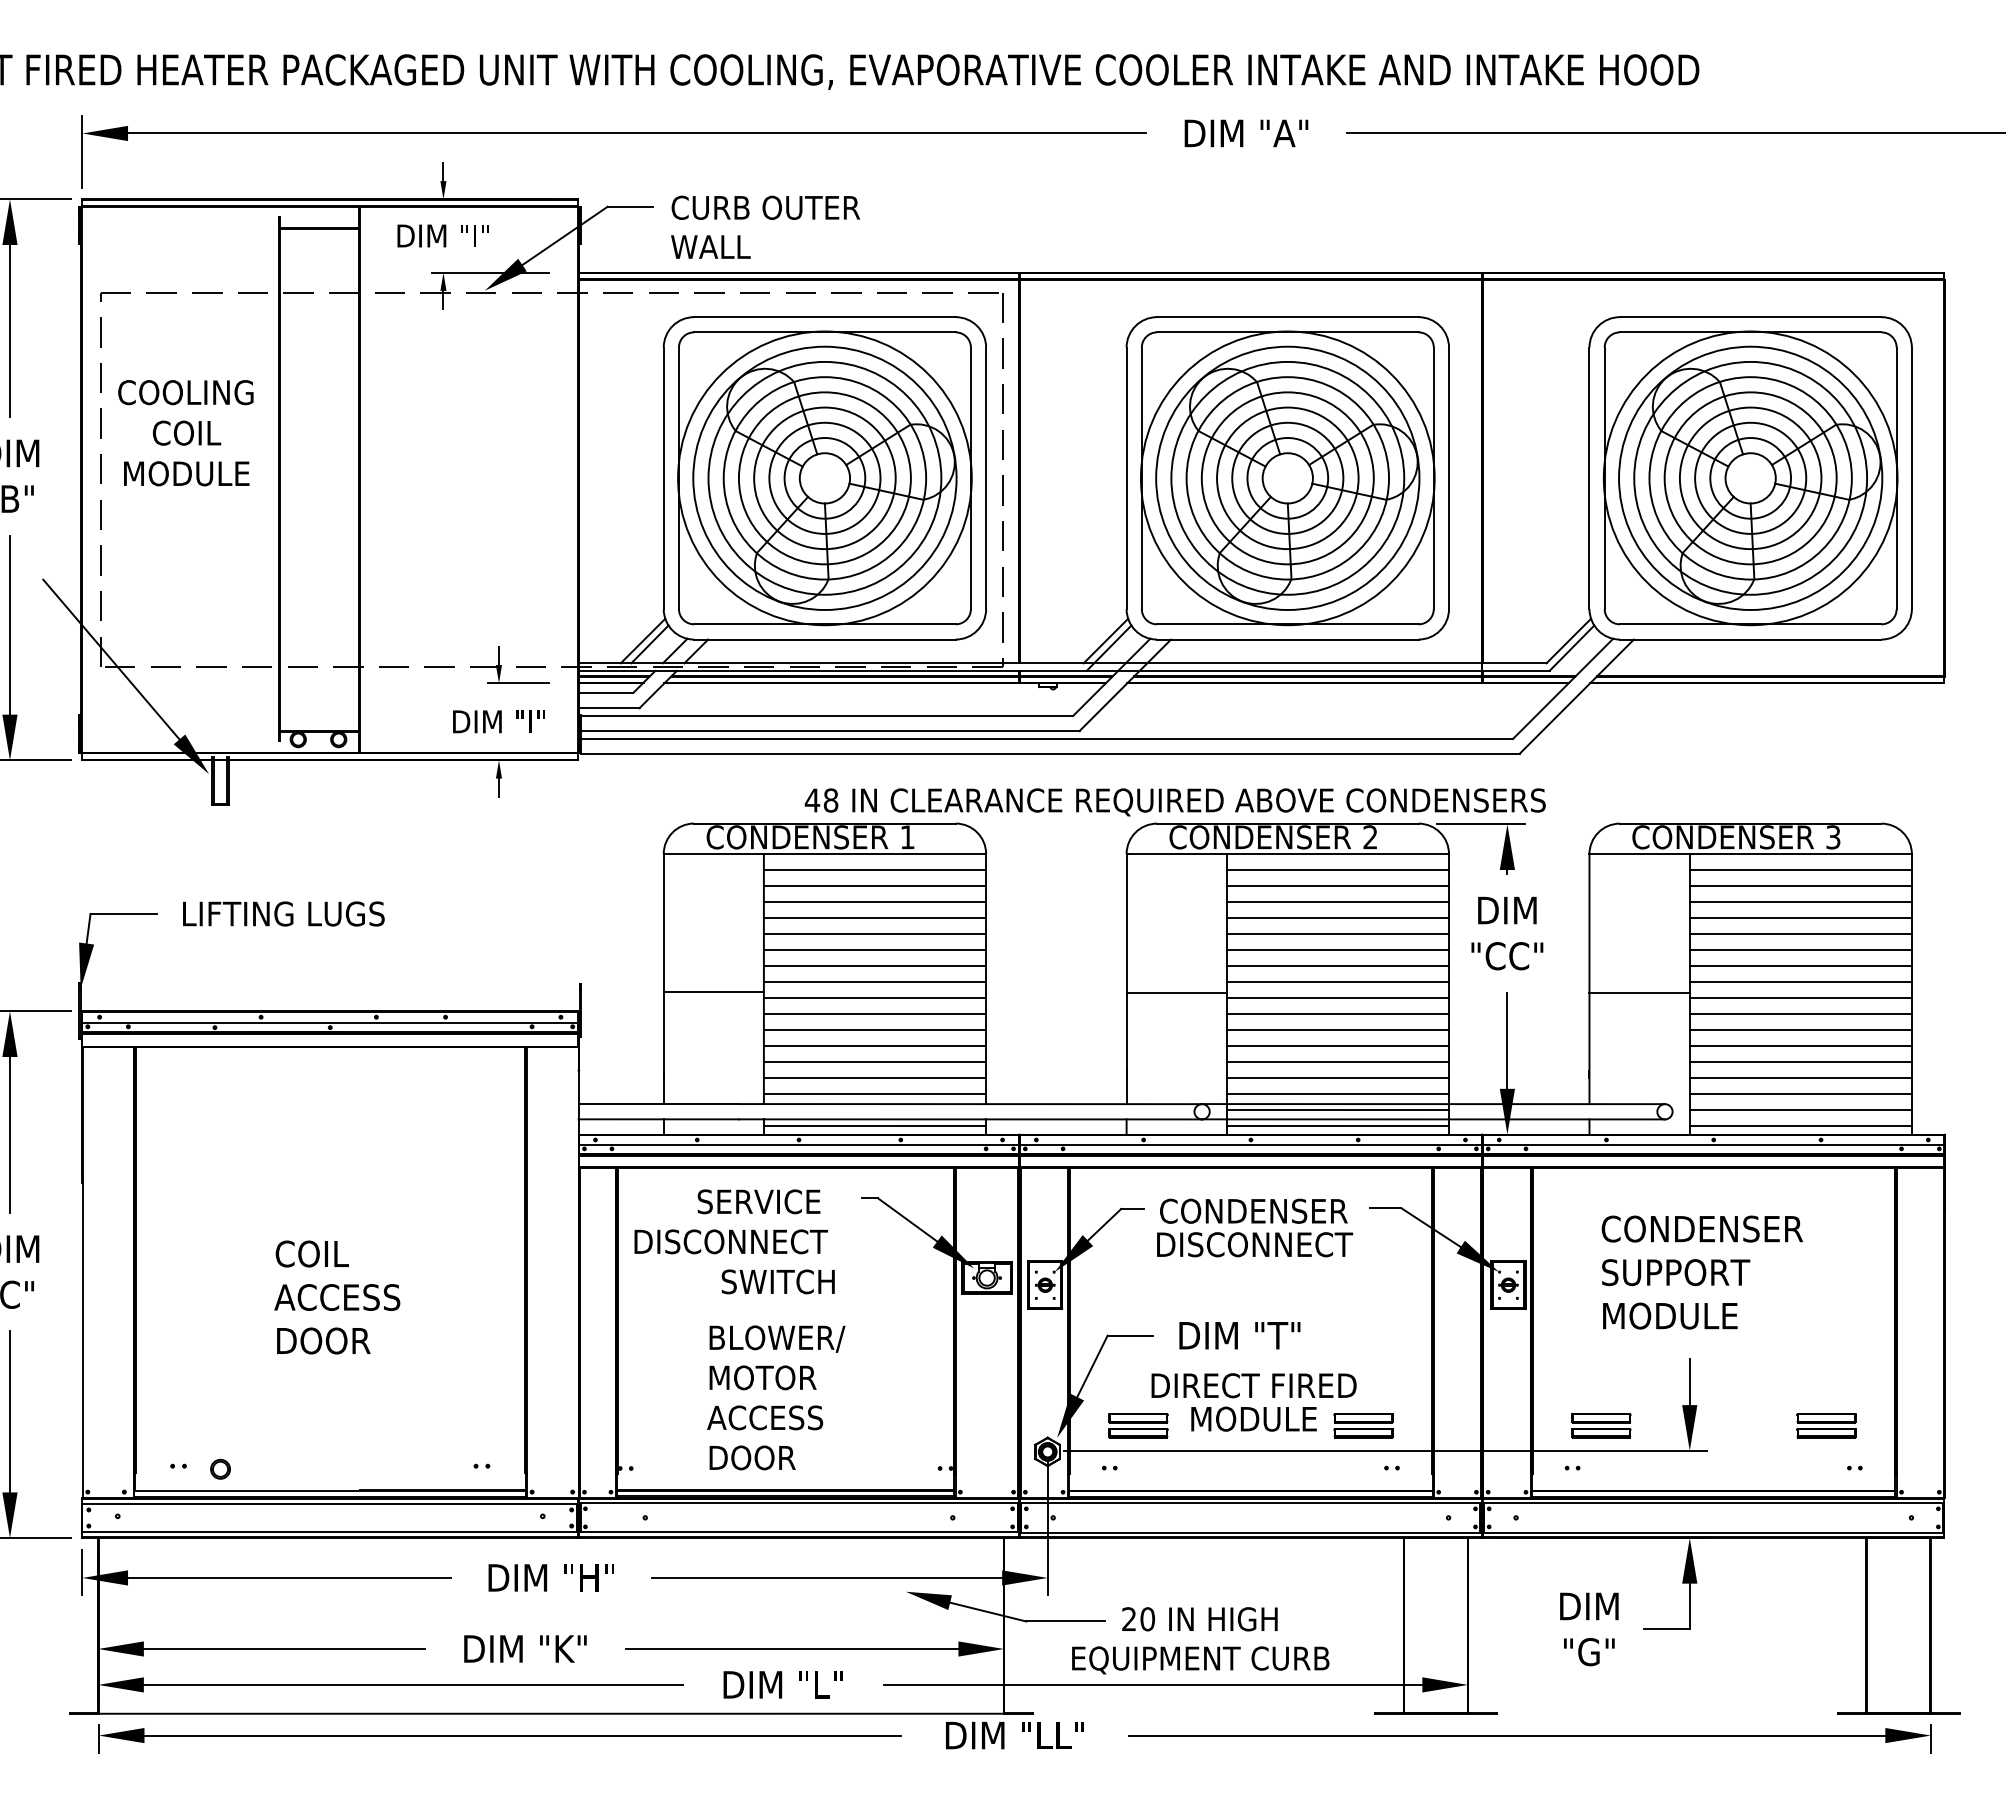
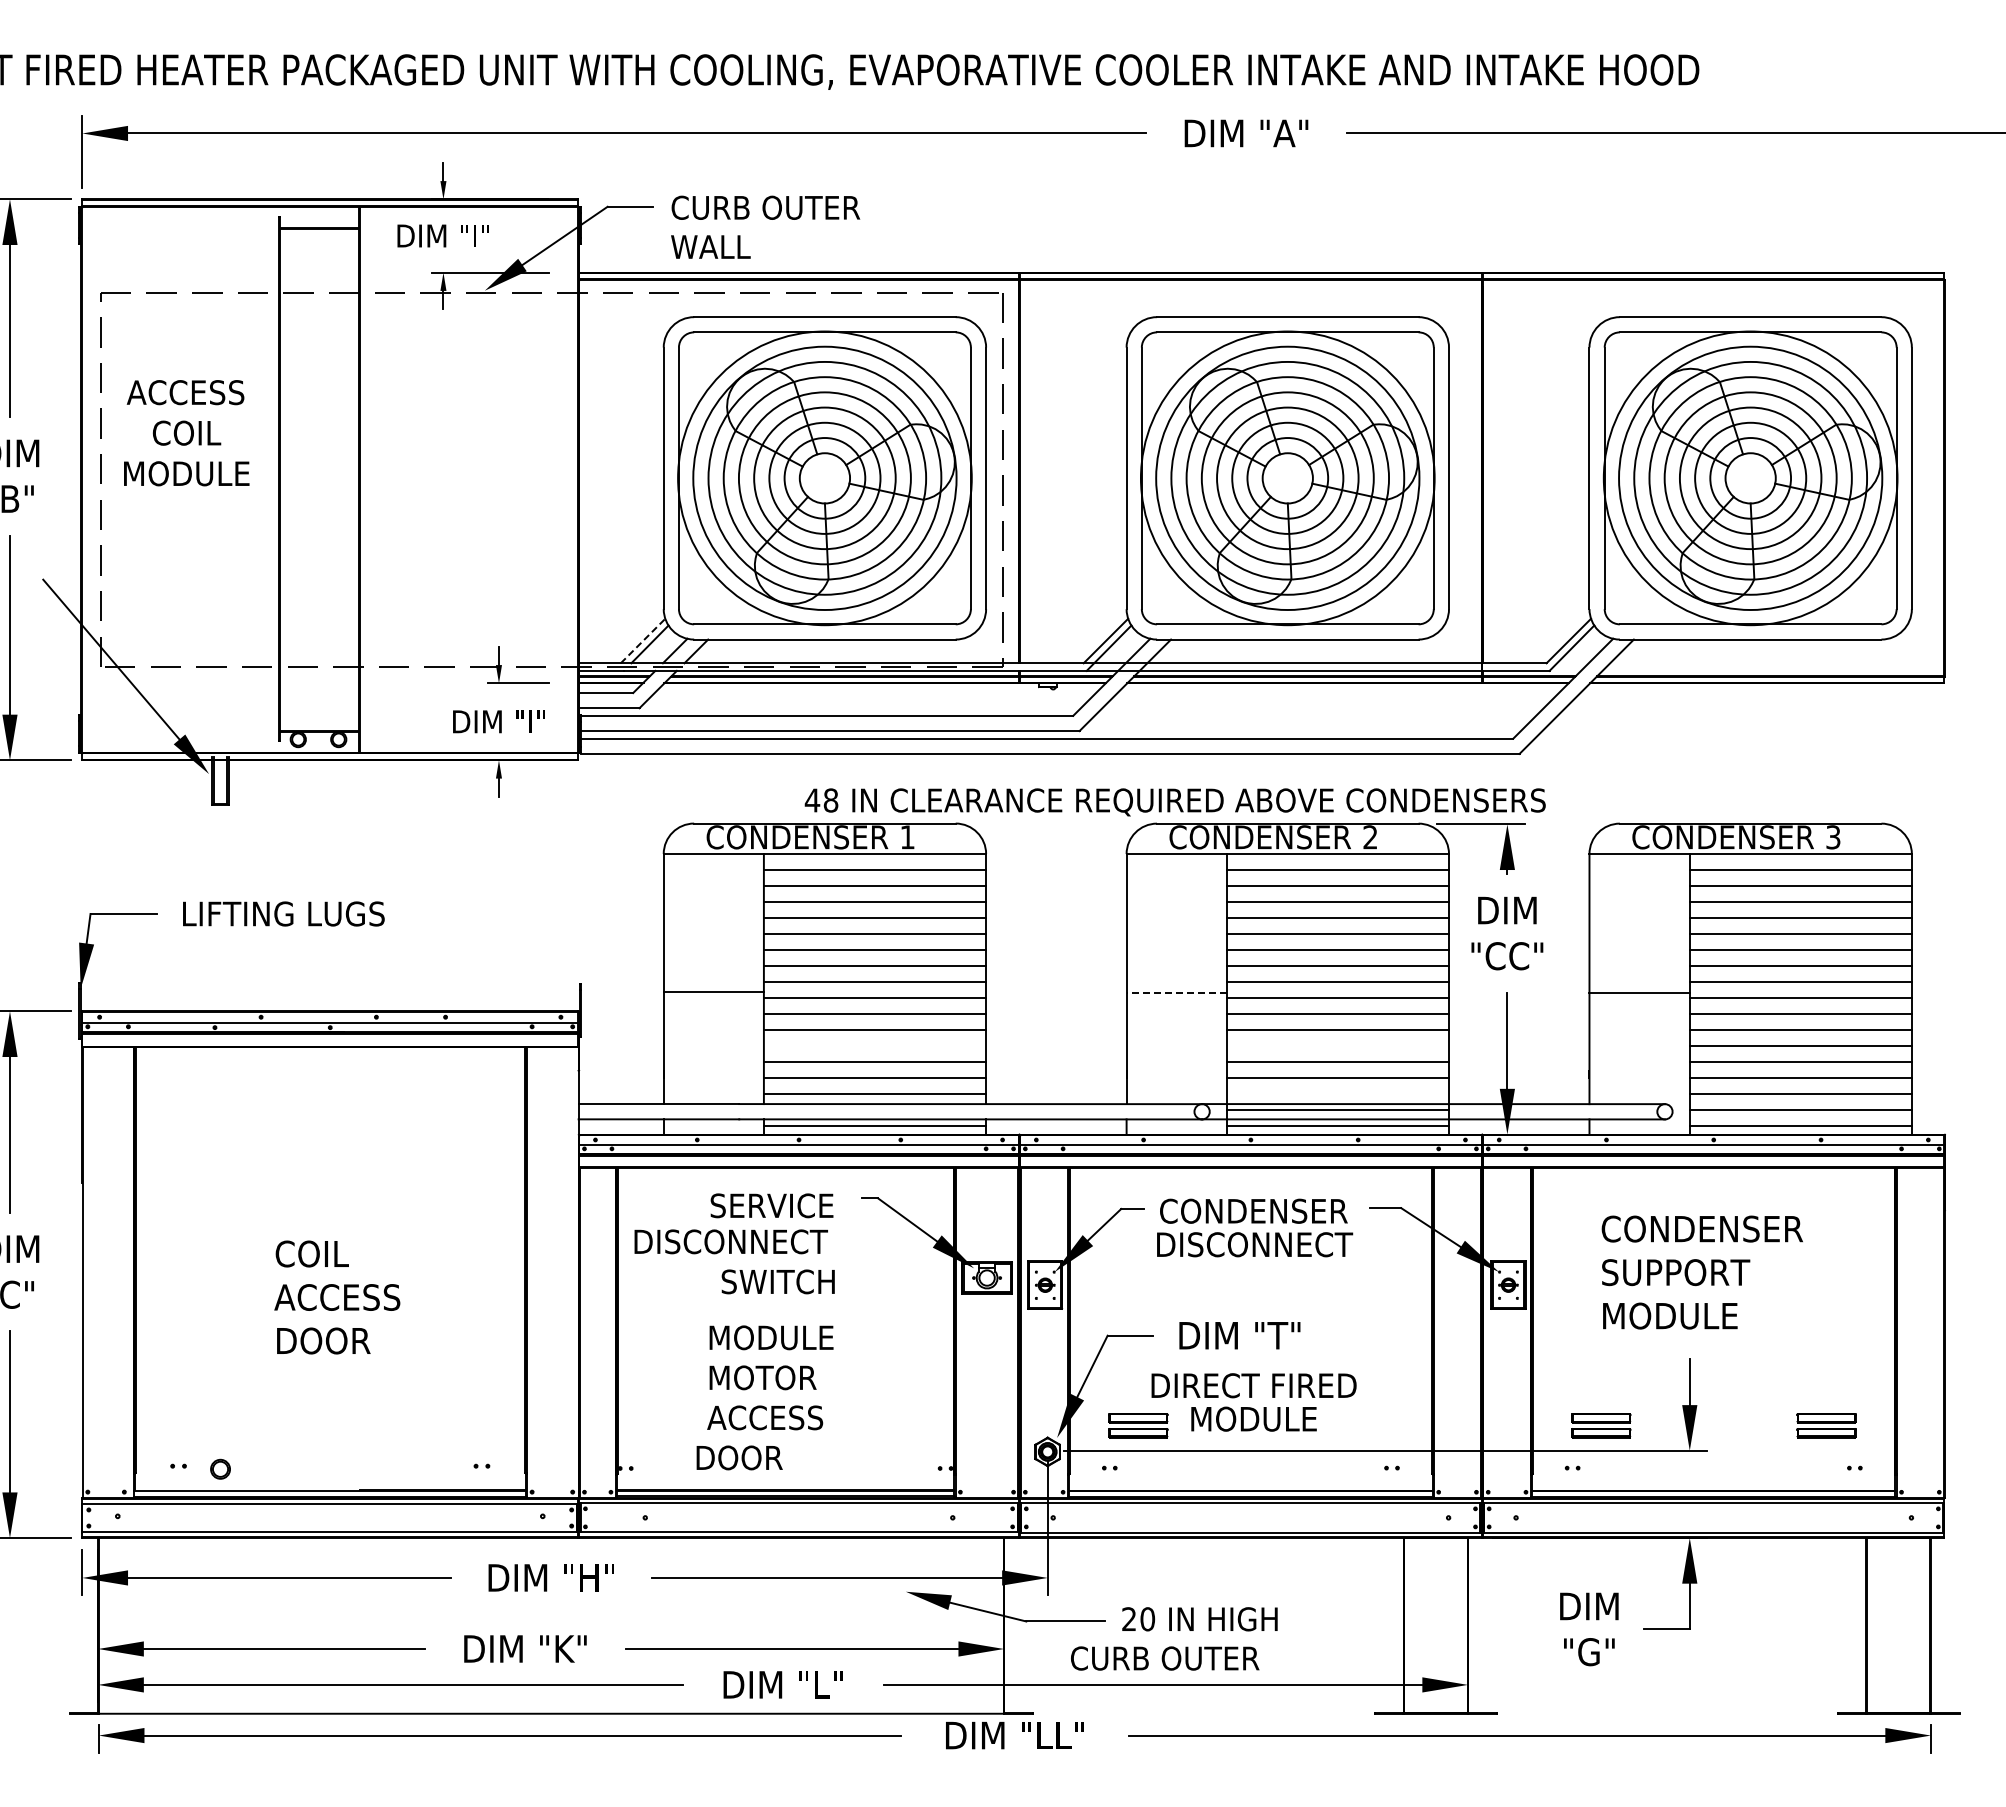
text at (185, 392): COOLING -> ACCESS
line at (643, 640): solid -> dashed
line at (1176, 992): solid -> dashed
line at (874, 1045): present -> none
line at (1337, 1045): present -> none
line at (1337, 1093): present -> none
text at (758, 1201) position: (758, 1201) -> (771, 1205)
text at (778, 1338): BLOWER/ -> MODULE
part at (1363, 1425): present -> none
text at (752, 1457) position: (752, 1457) -> (739, 1457)
text at (1200, 1660): EQUIPMENT CURB -> CURB OUTER
